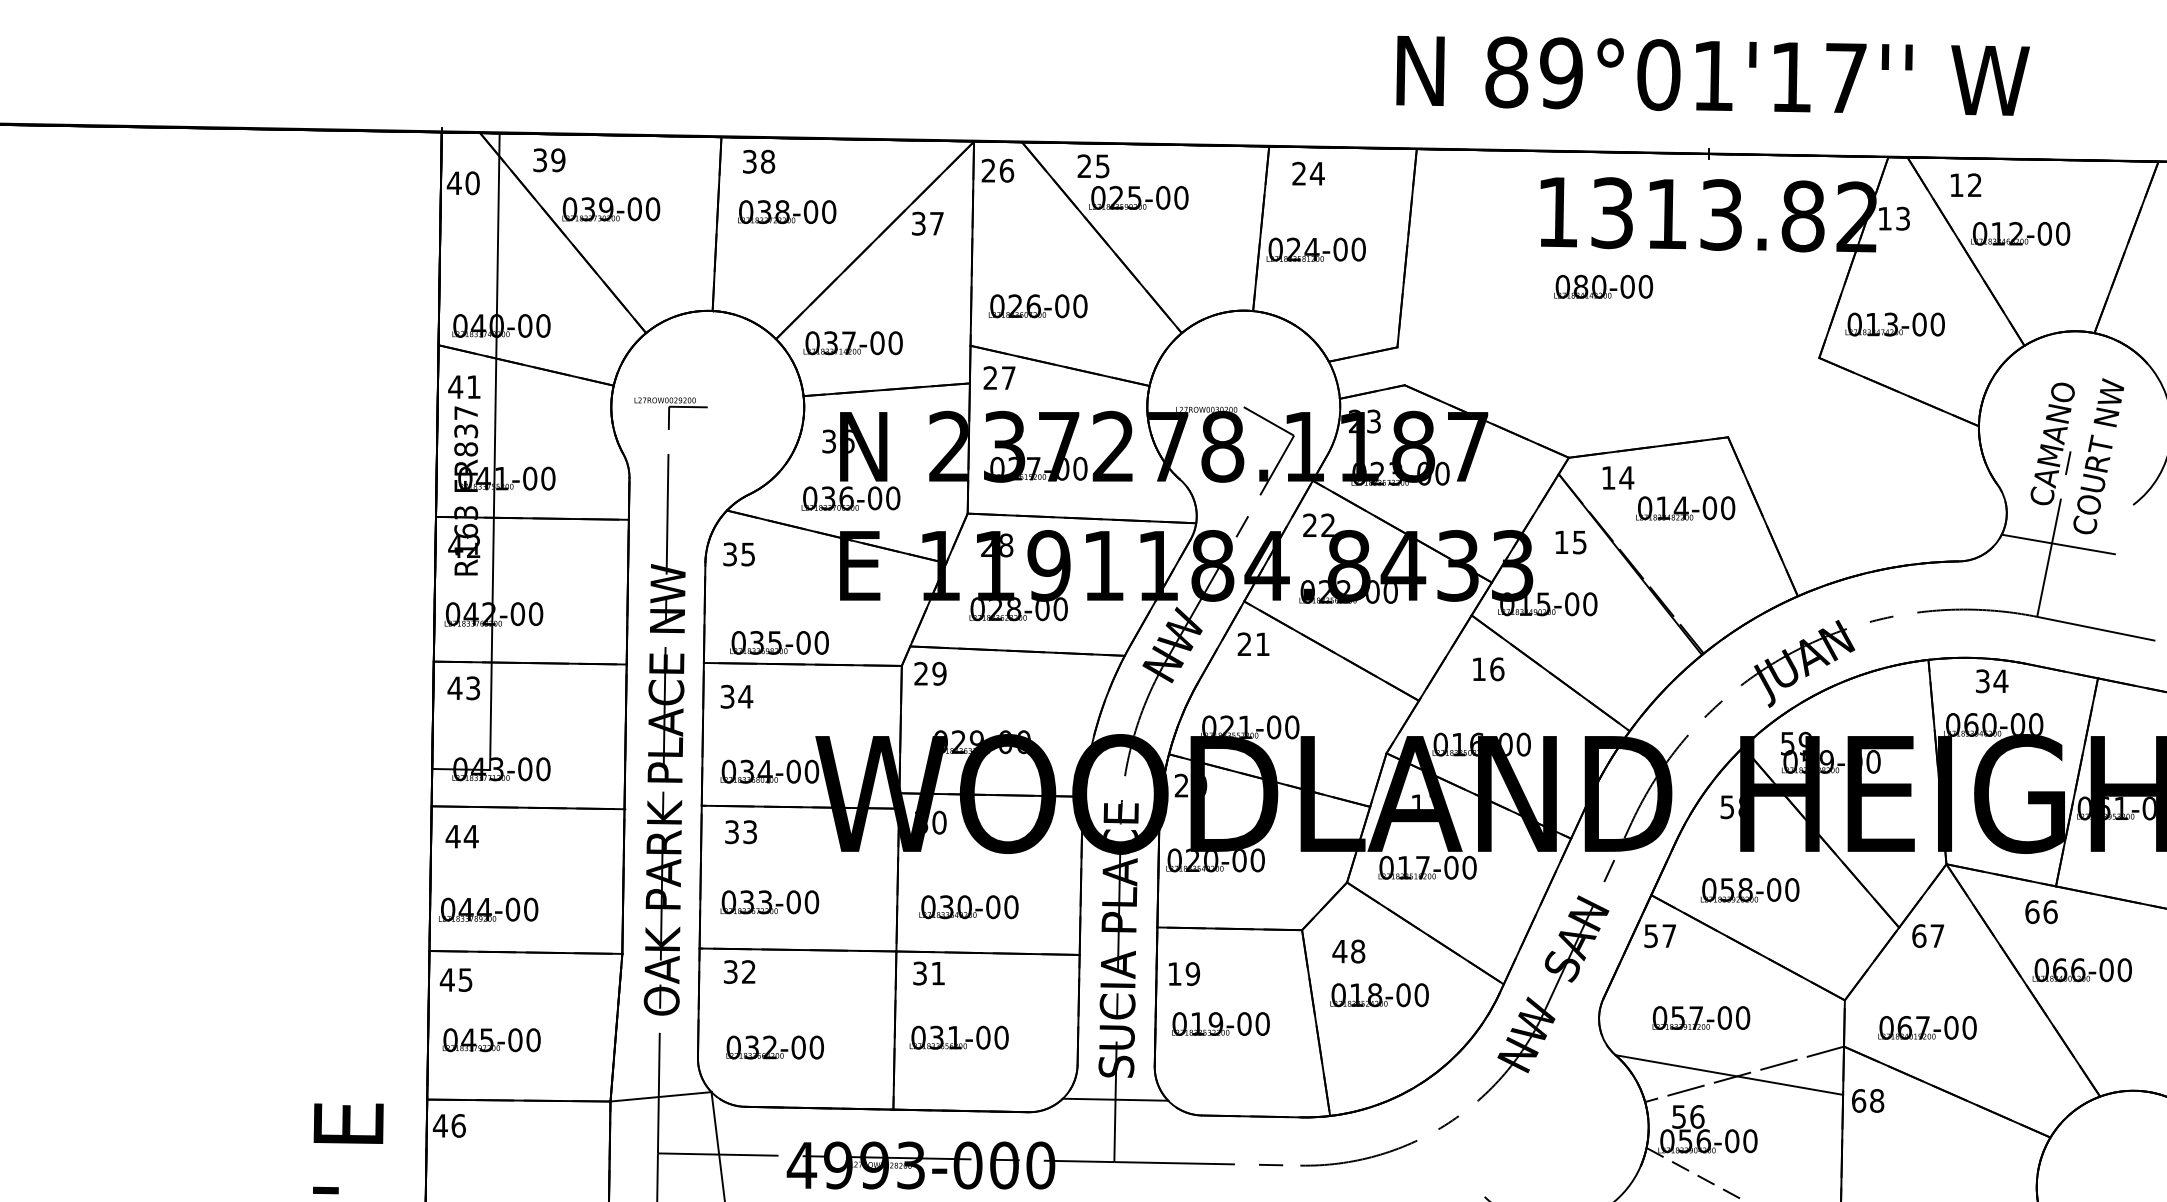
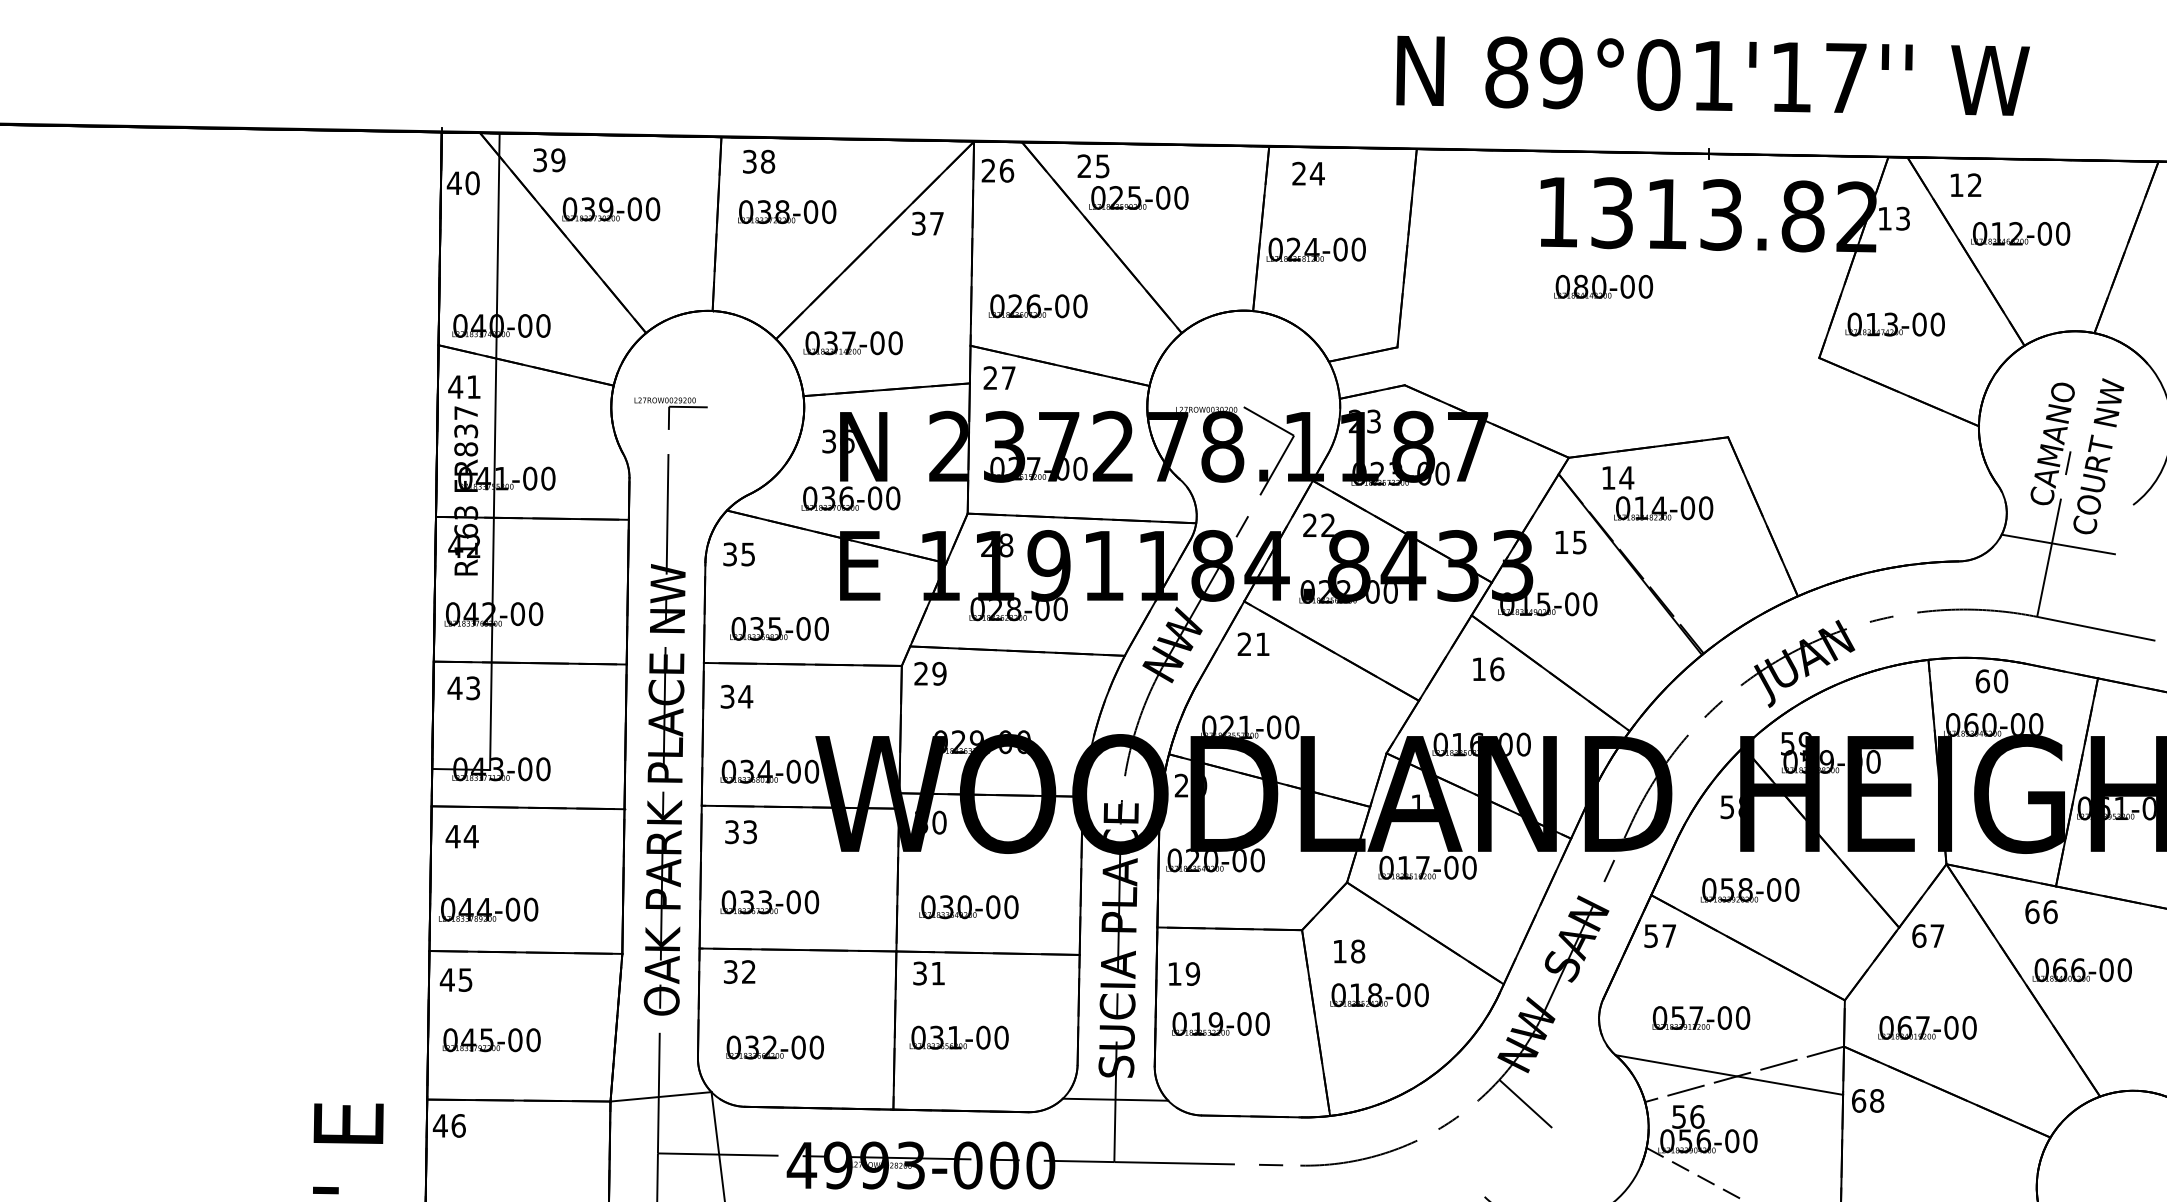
text at (1685, 508) position: (1685, 508) -> (1663, 508)
text at (779, 642) position: (779, 642) -> (779, 628)
text at (1991, 681): 34 -> 60
text at (1339, 951): 48 -> 18
line at (1525, 1103): none -> present
